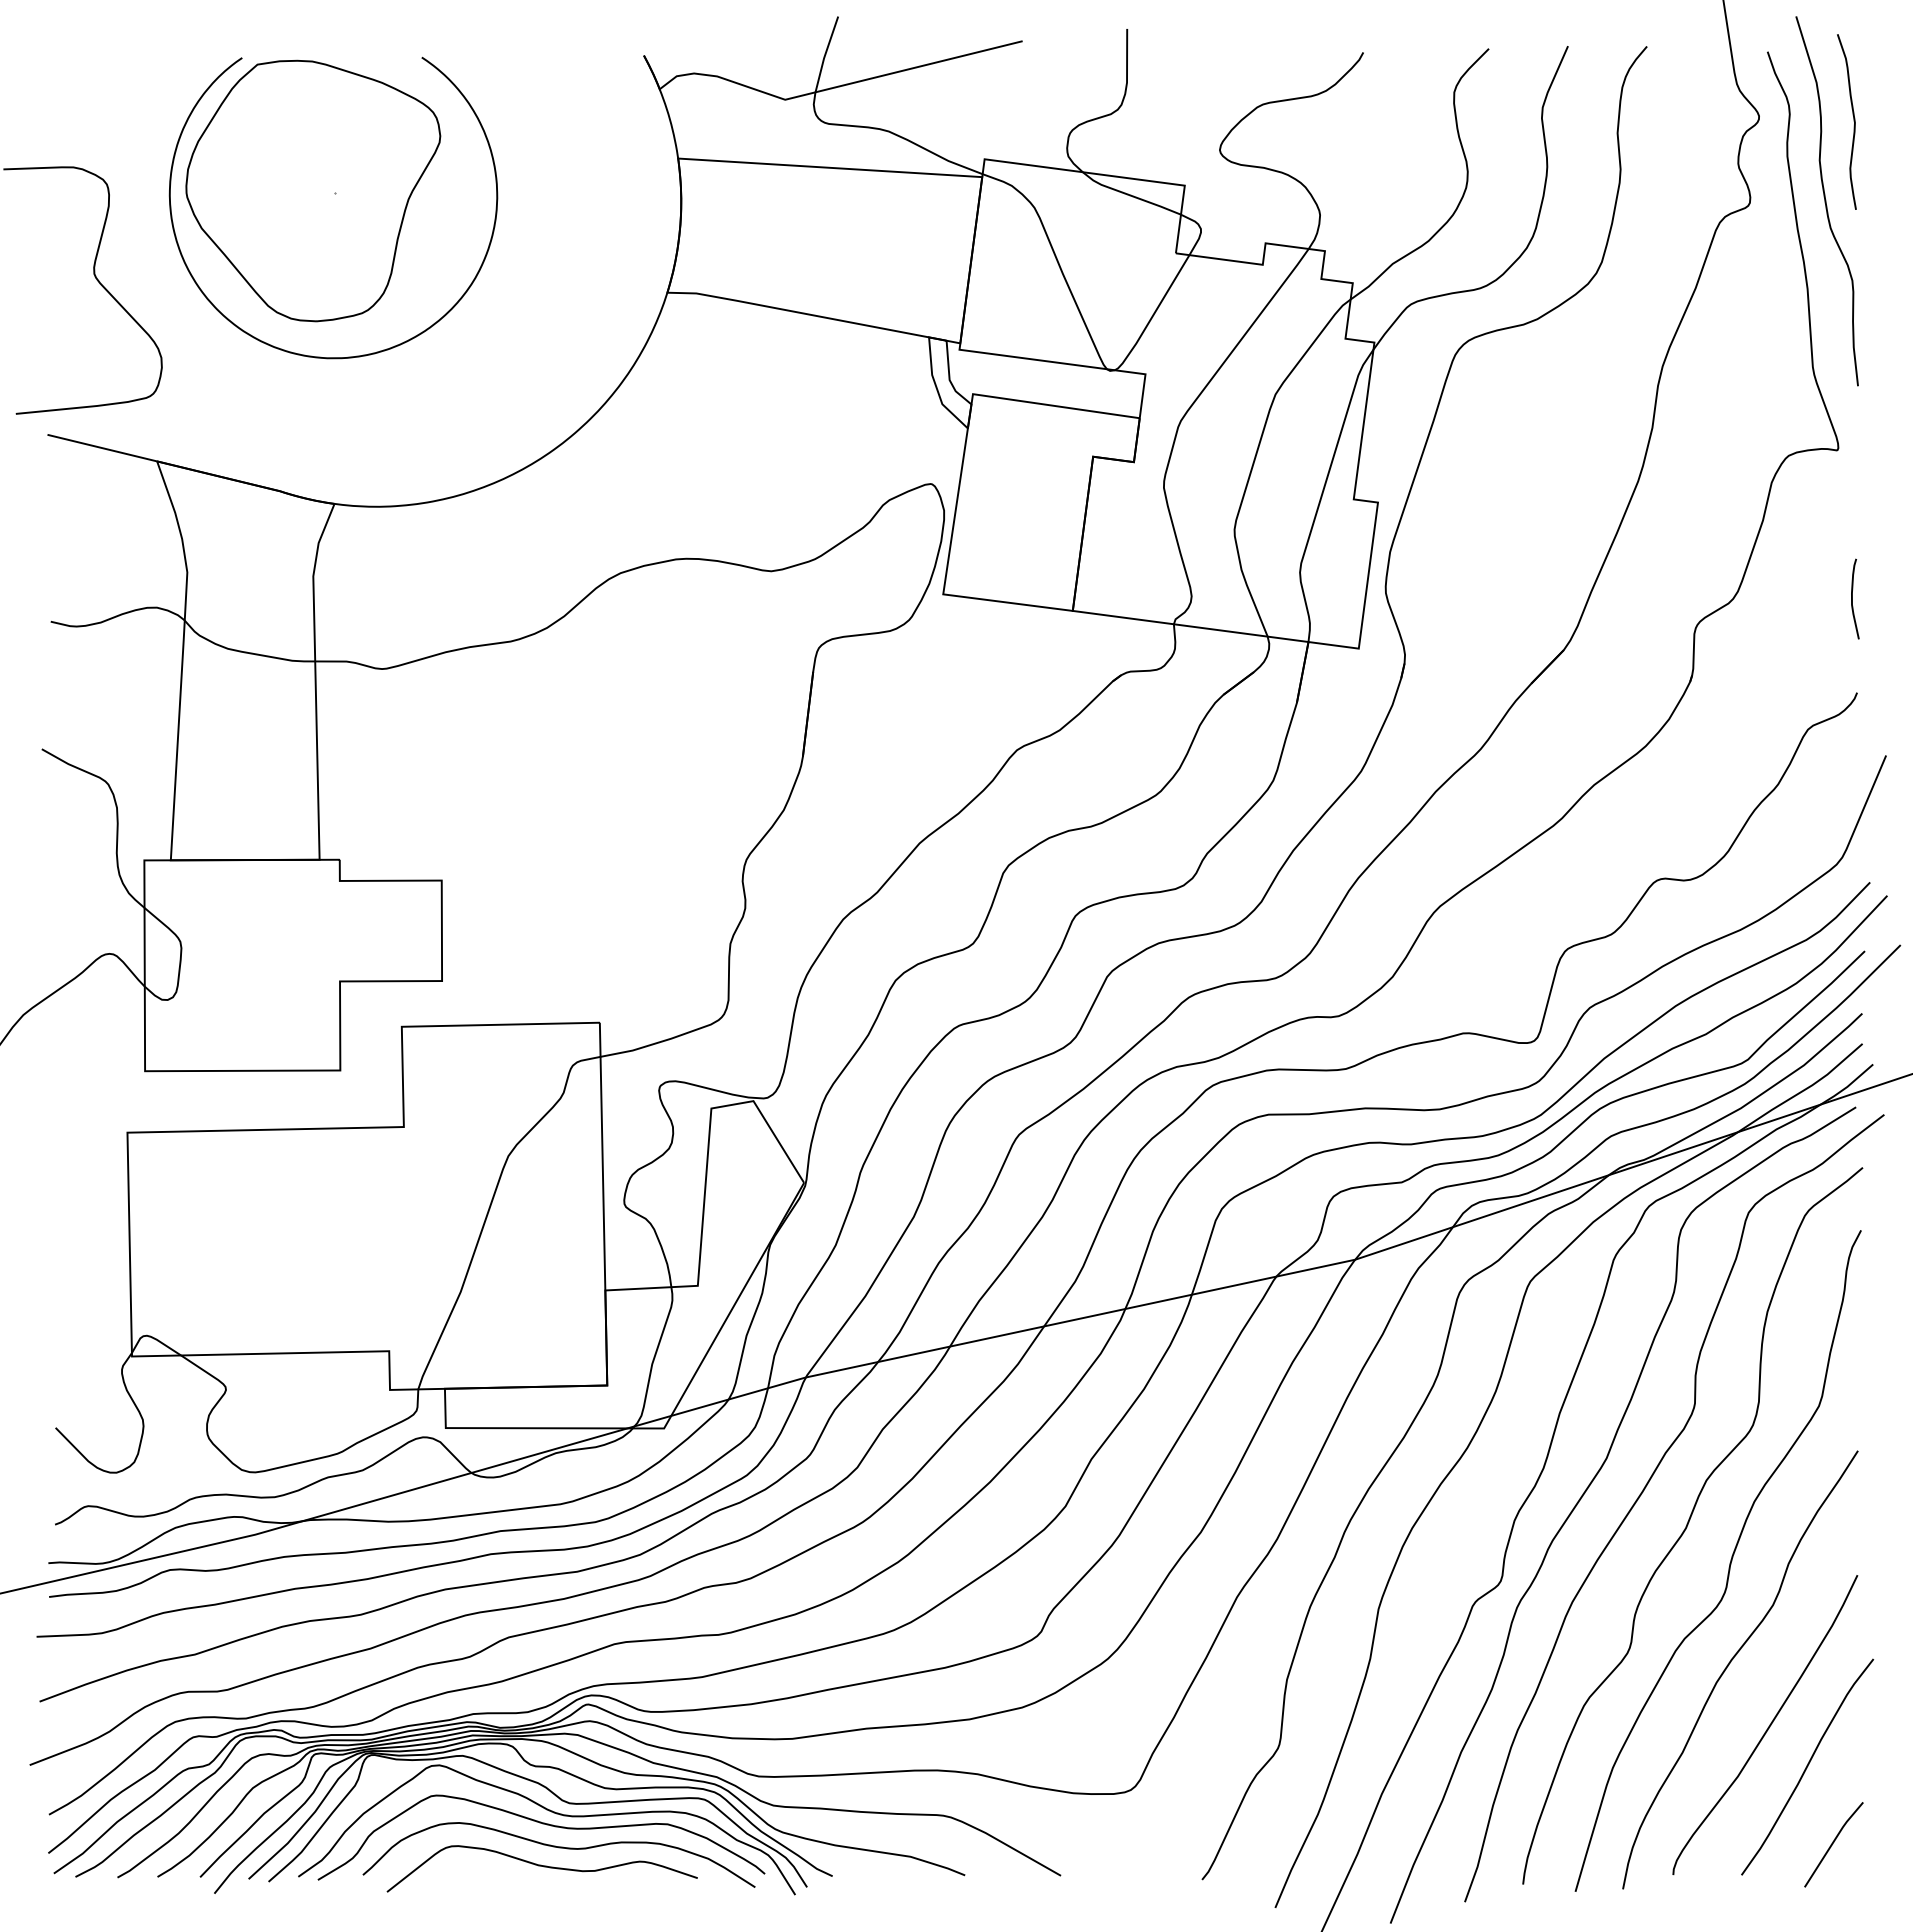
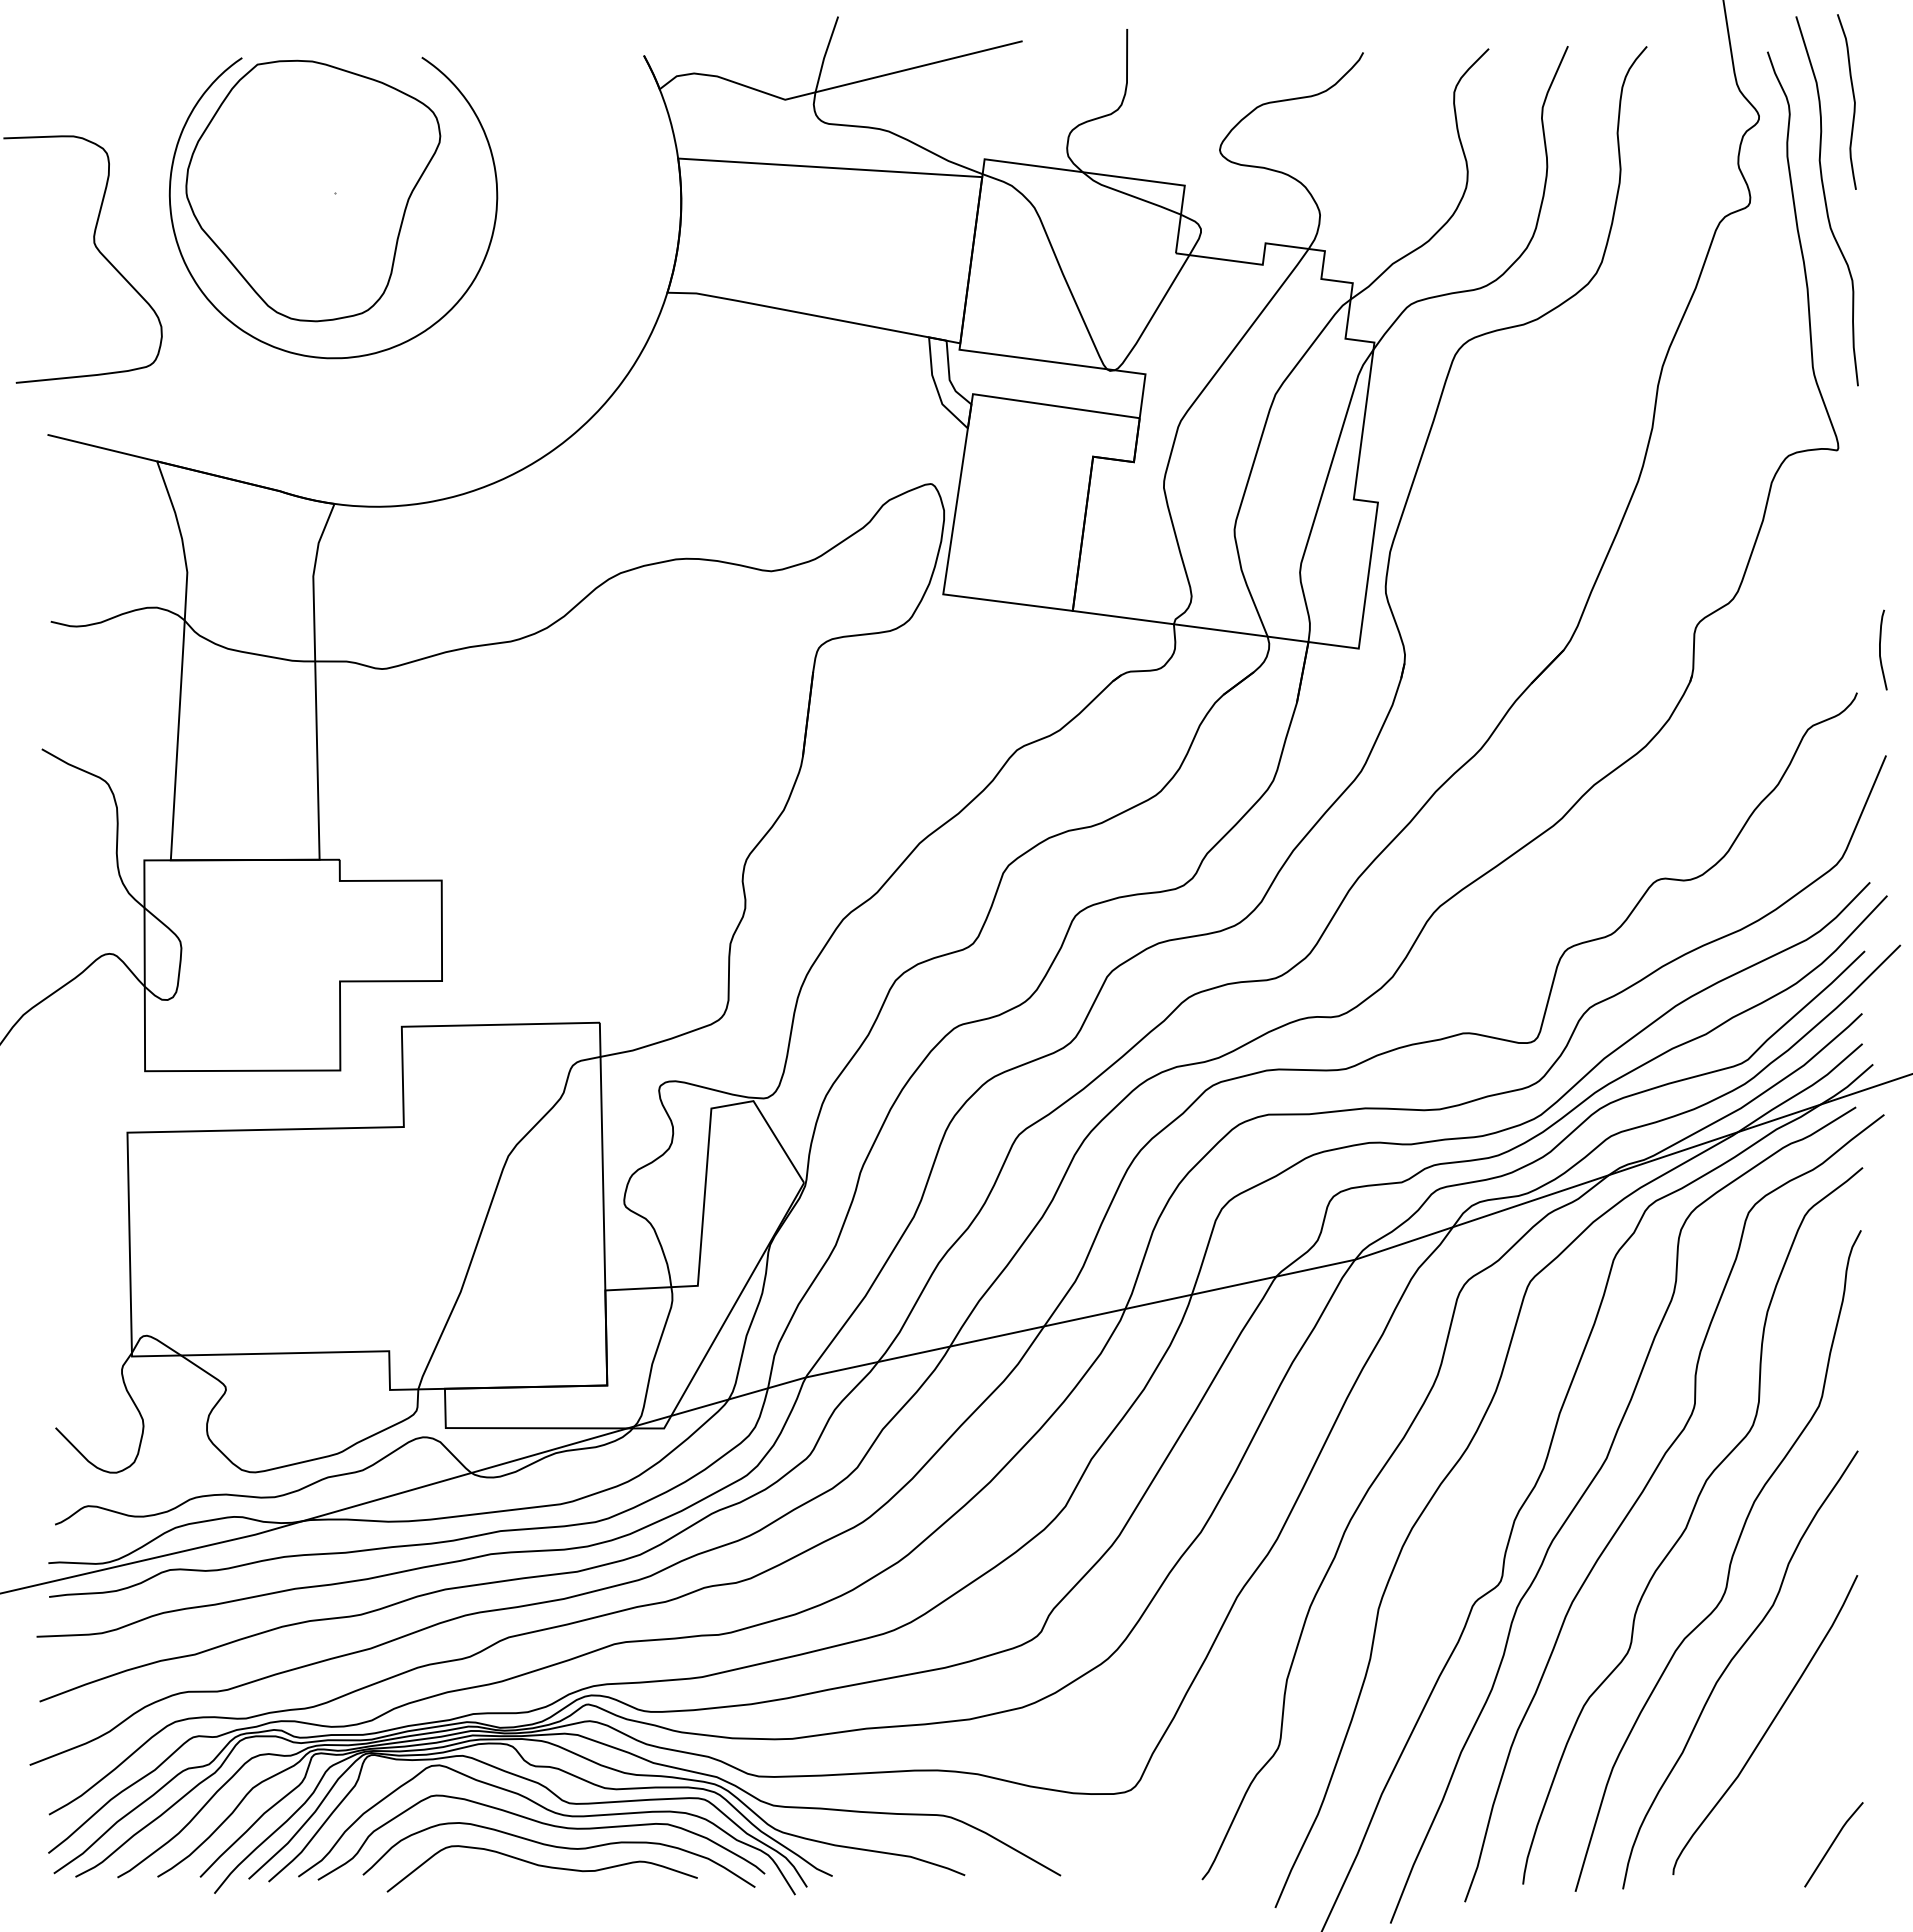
curve at (1853, 121) position: (1853, 121) -> (1853, 101)
curve at (96, 280) position: (96, 280) -> (96, 249)
curve at (1852, 598) position: (1852, 598) -> (1880, 649)
curve at (1807, 1766): present -> none
